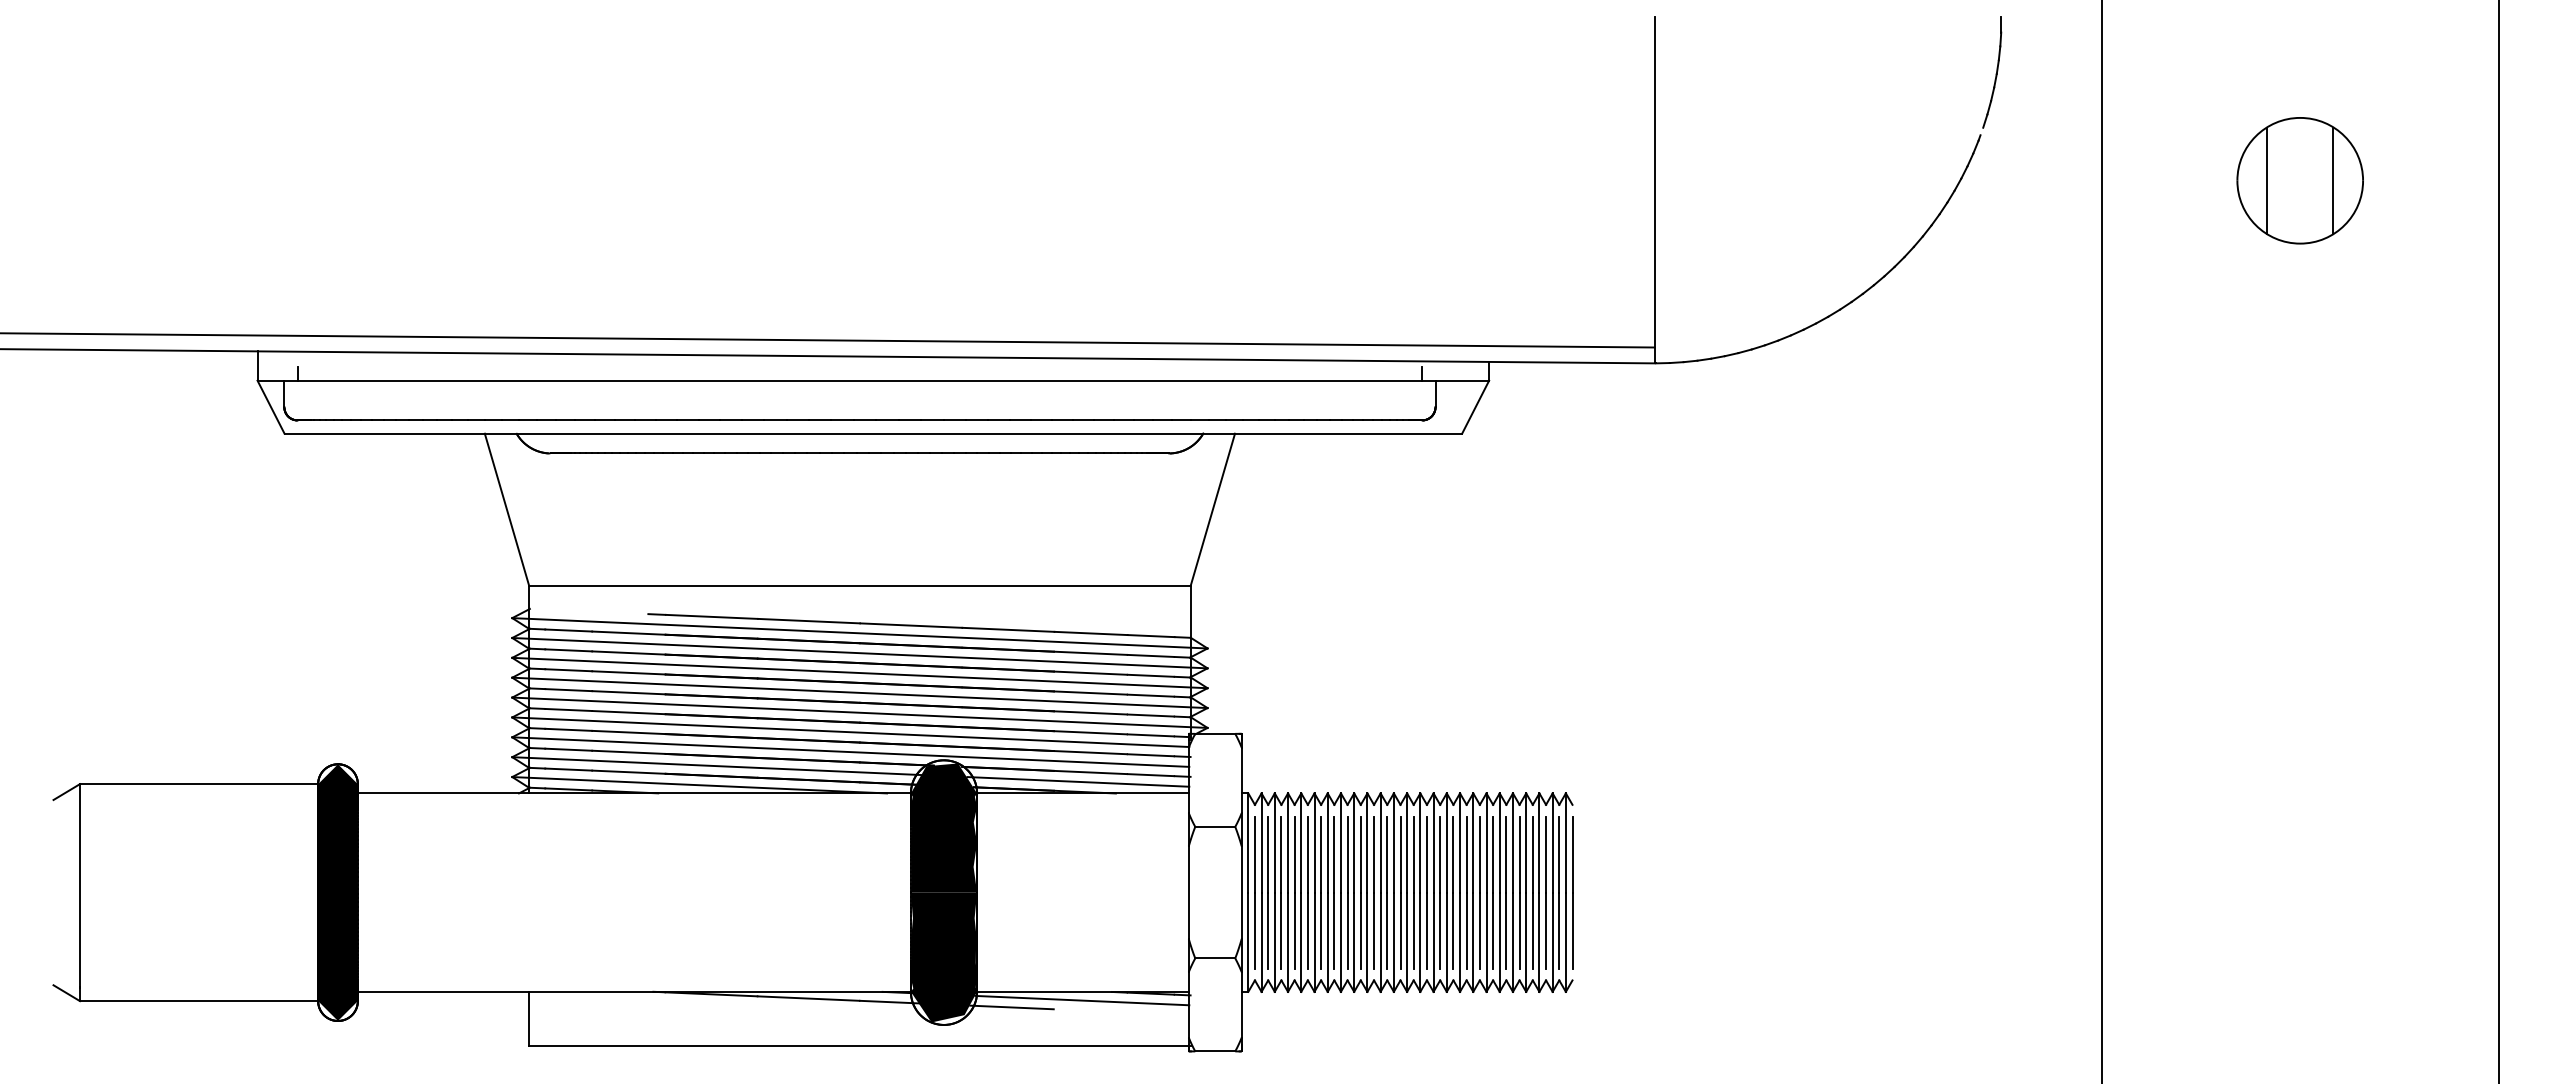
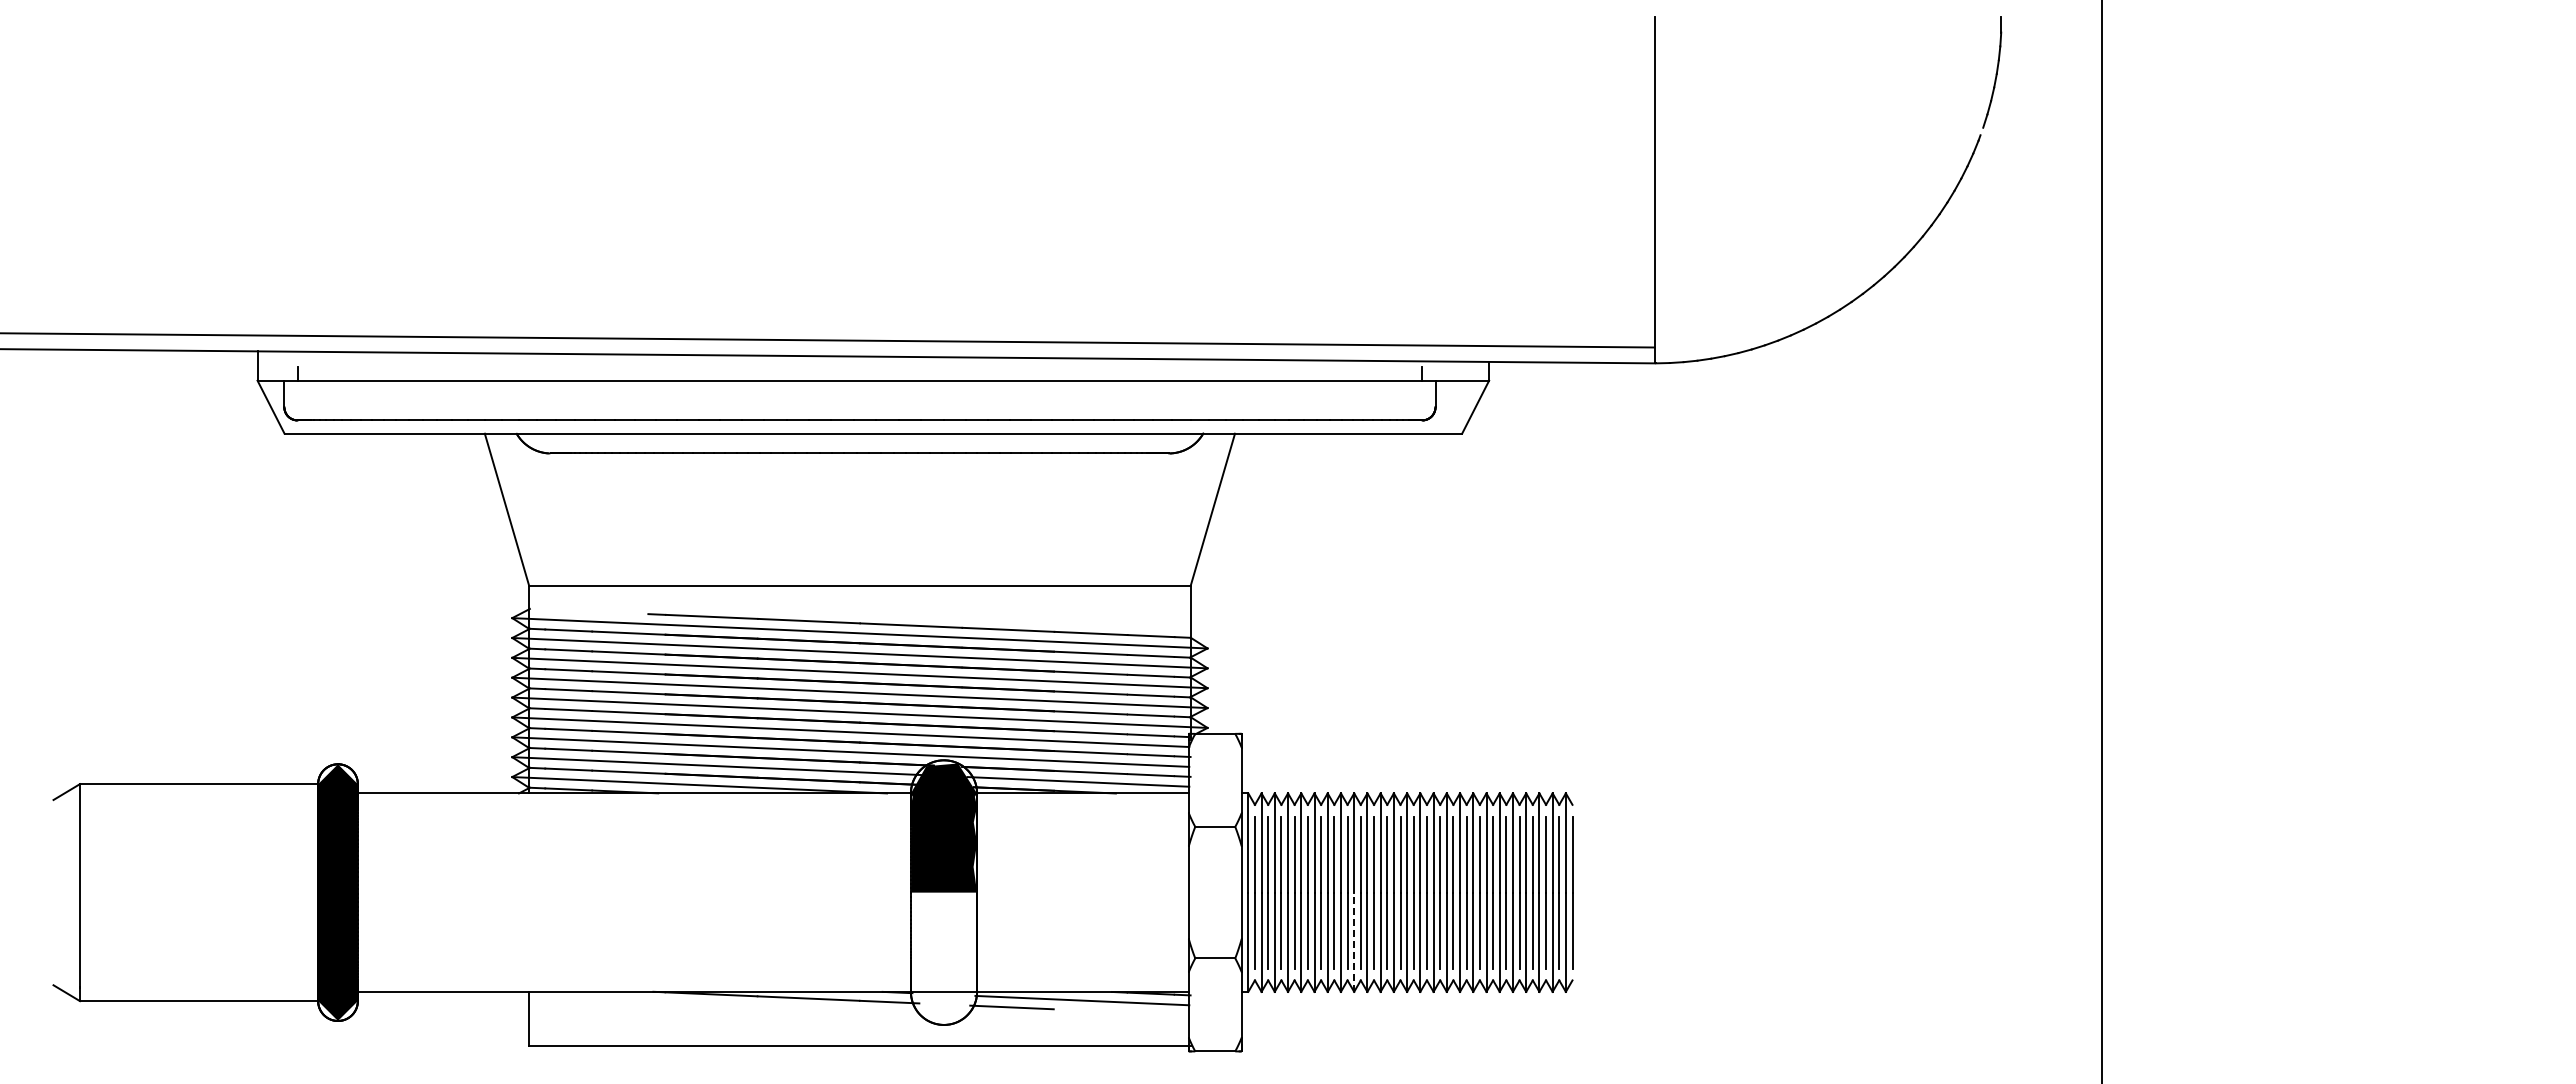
part at (2299, 180): present -> none
line at (2498, 541): present -> none
line at (1354, 942): solid -> dashed
fill at (943, 957): present -> none
